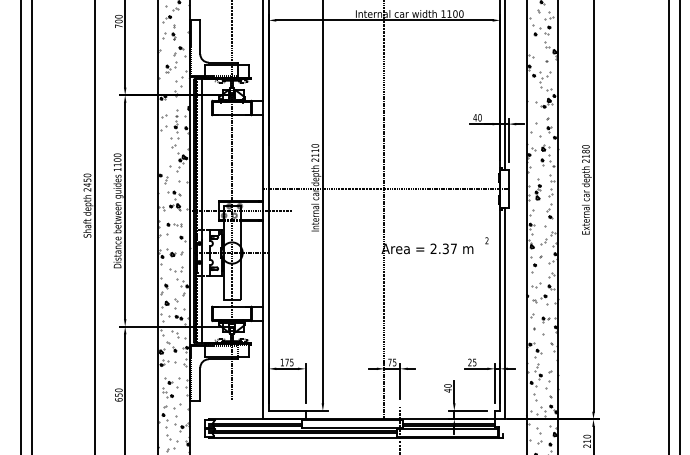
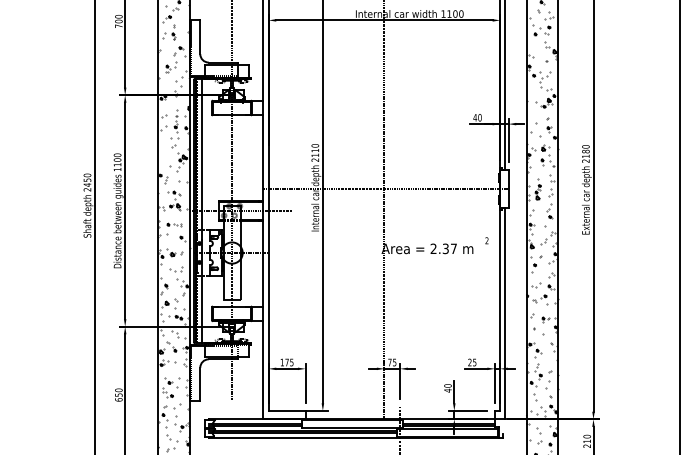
line at (20, 226): present -> none
line at (31, 226): present -> none
line at (669, 226): present -> none
